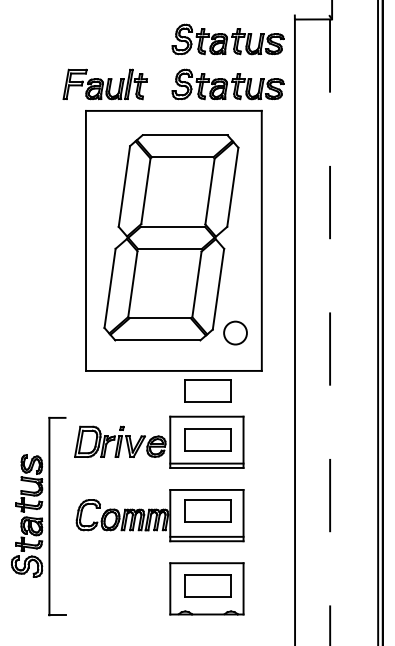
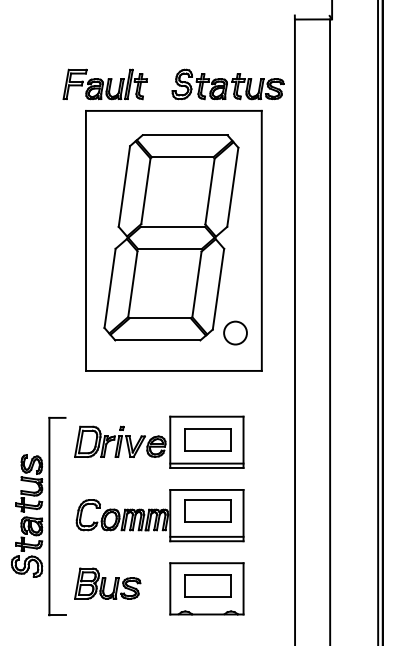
part at (227, 39): present -> none
line at (330, 332): dashed -> solid
part at (207, 390): present -> none
part at (107, 583): none -> present
